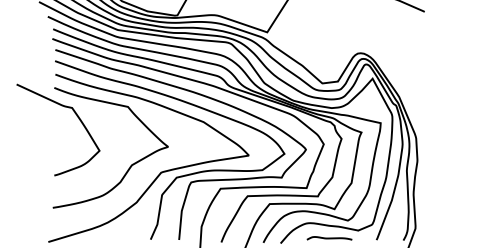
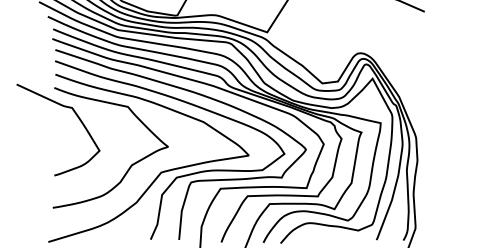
curve at (329, 238): present -> none
